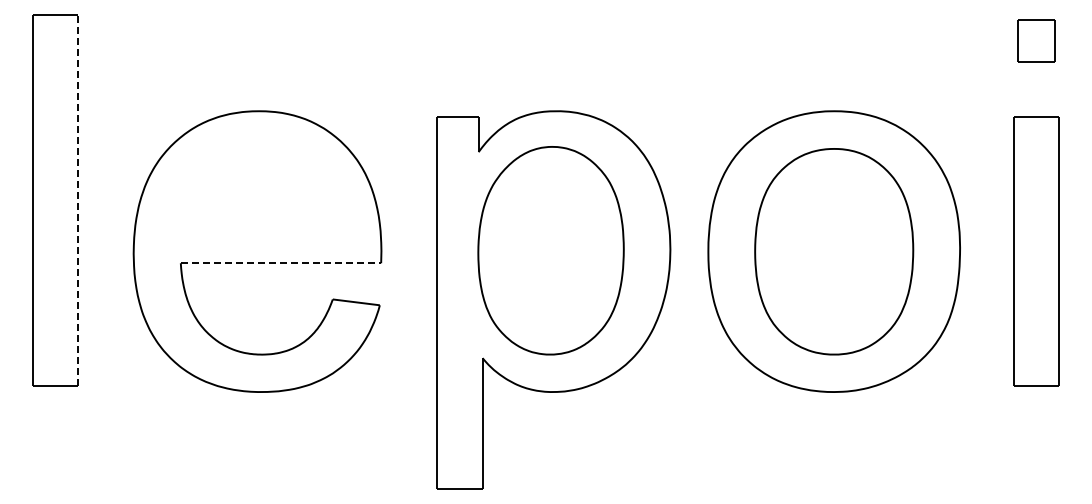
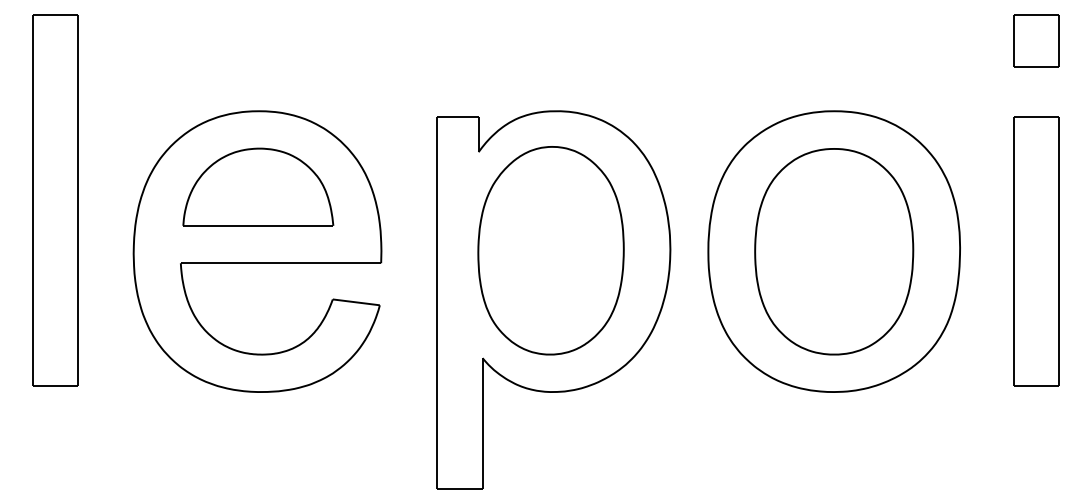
part at (1036, 40) size: 39x44 px -> 47x54 px
part at (258, 186): none -> present
line at (78, 200): dashed -> solid
line at (281, 263): dashed -> solid
